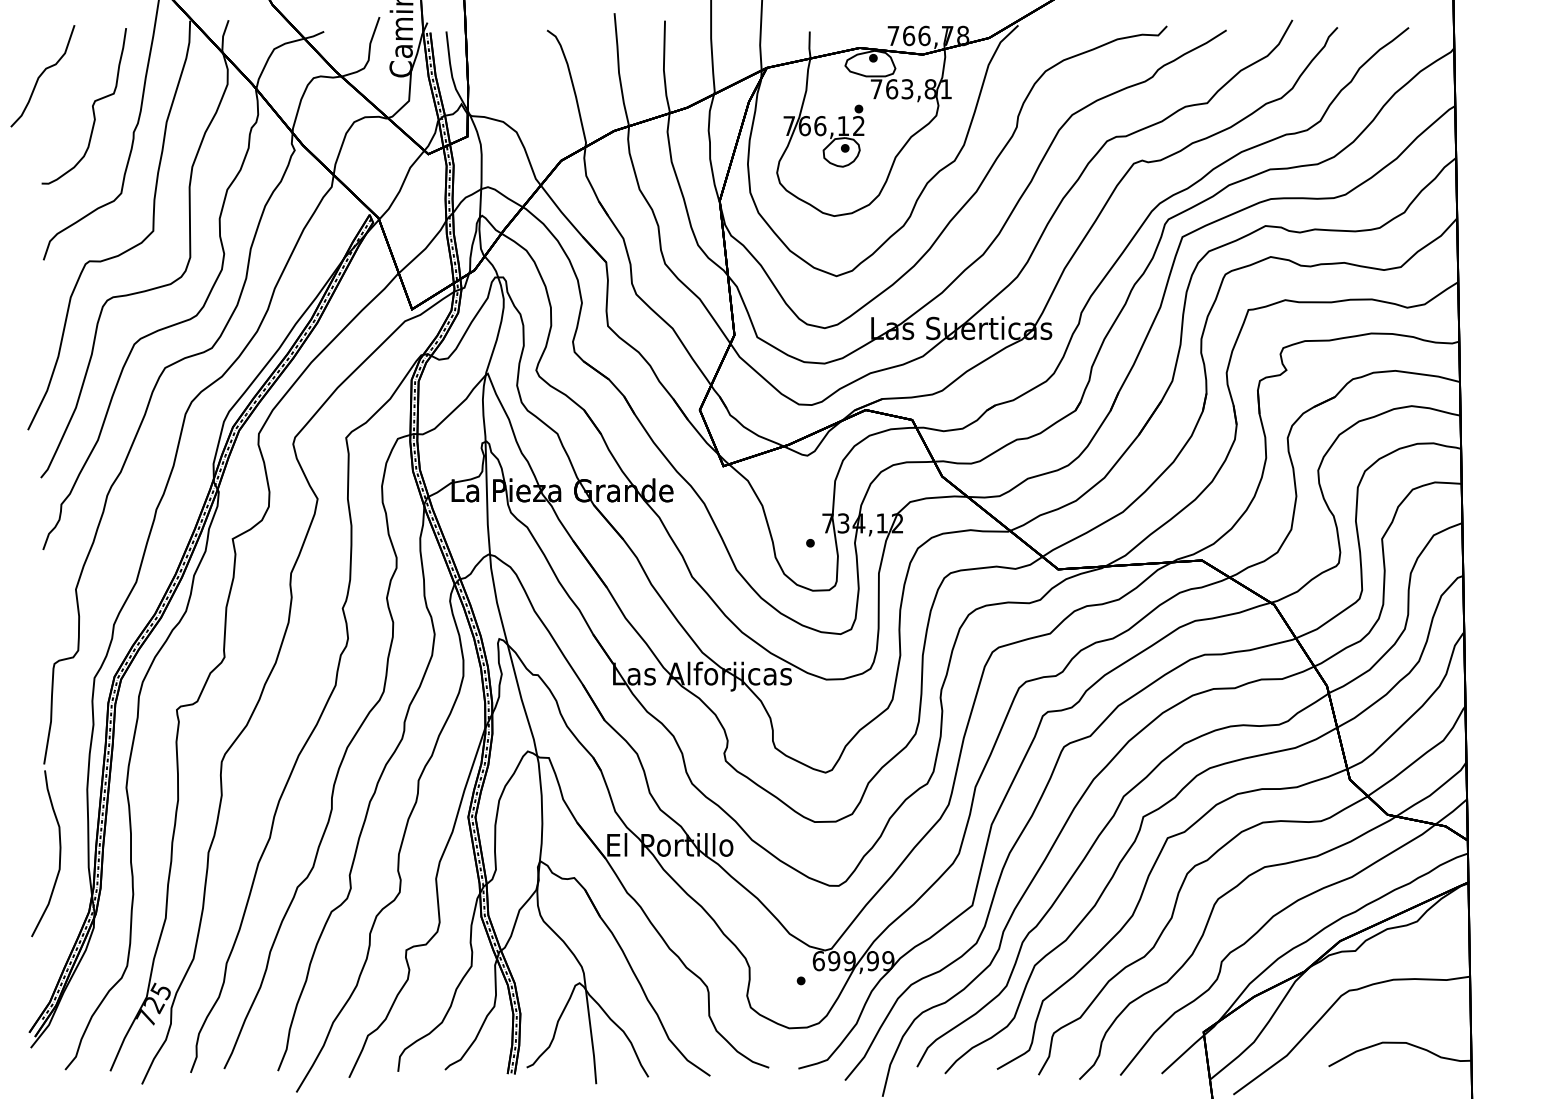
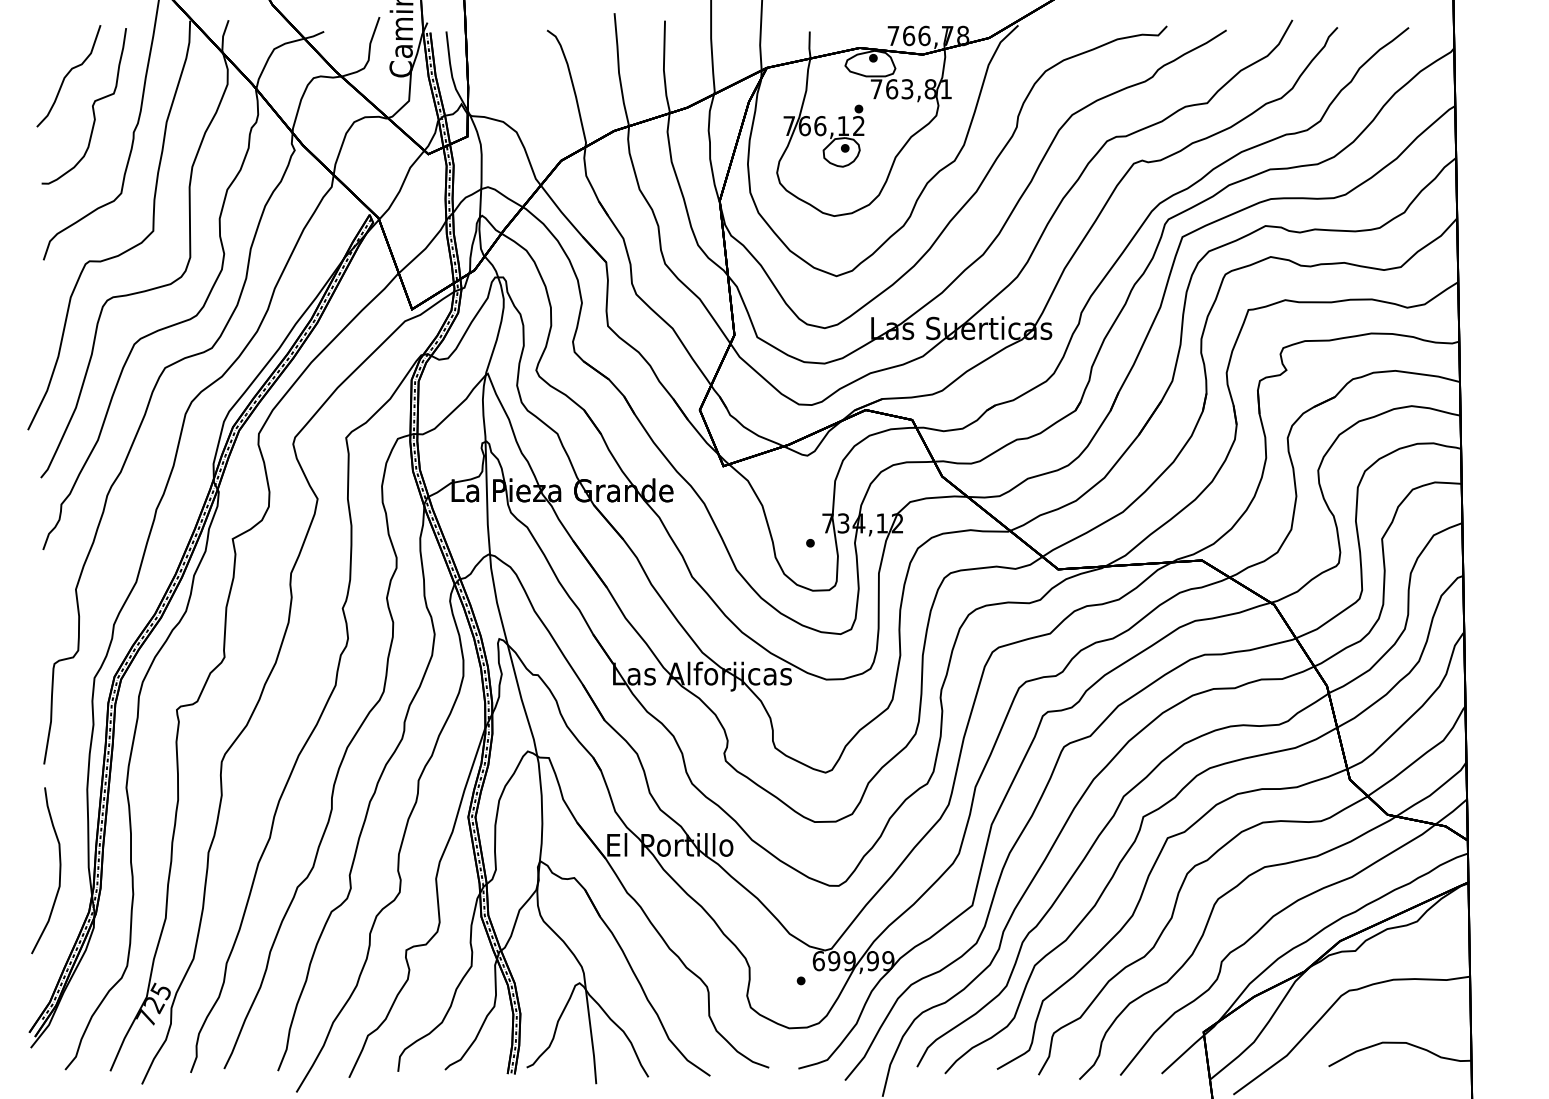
curve at (41, 75) position: (41, 75) -> (67, 75)
curve at (59, 853) position: (59, 853) -> (59, 870)
